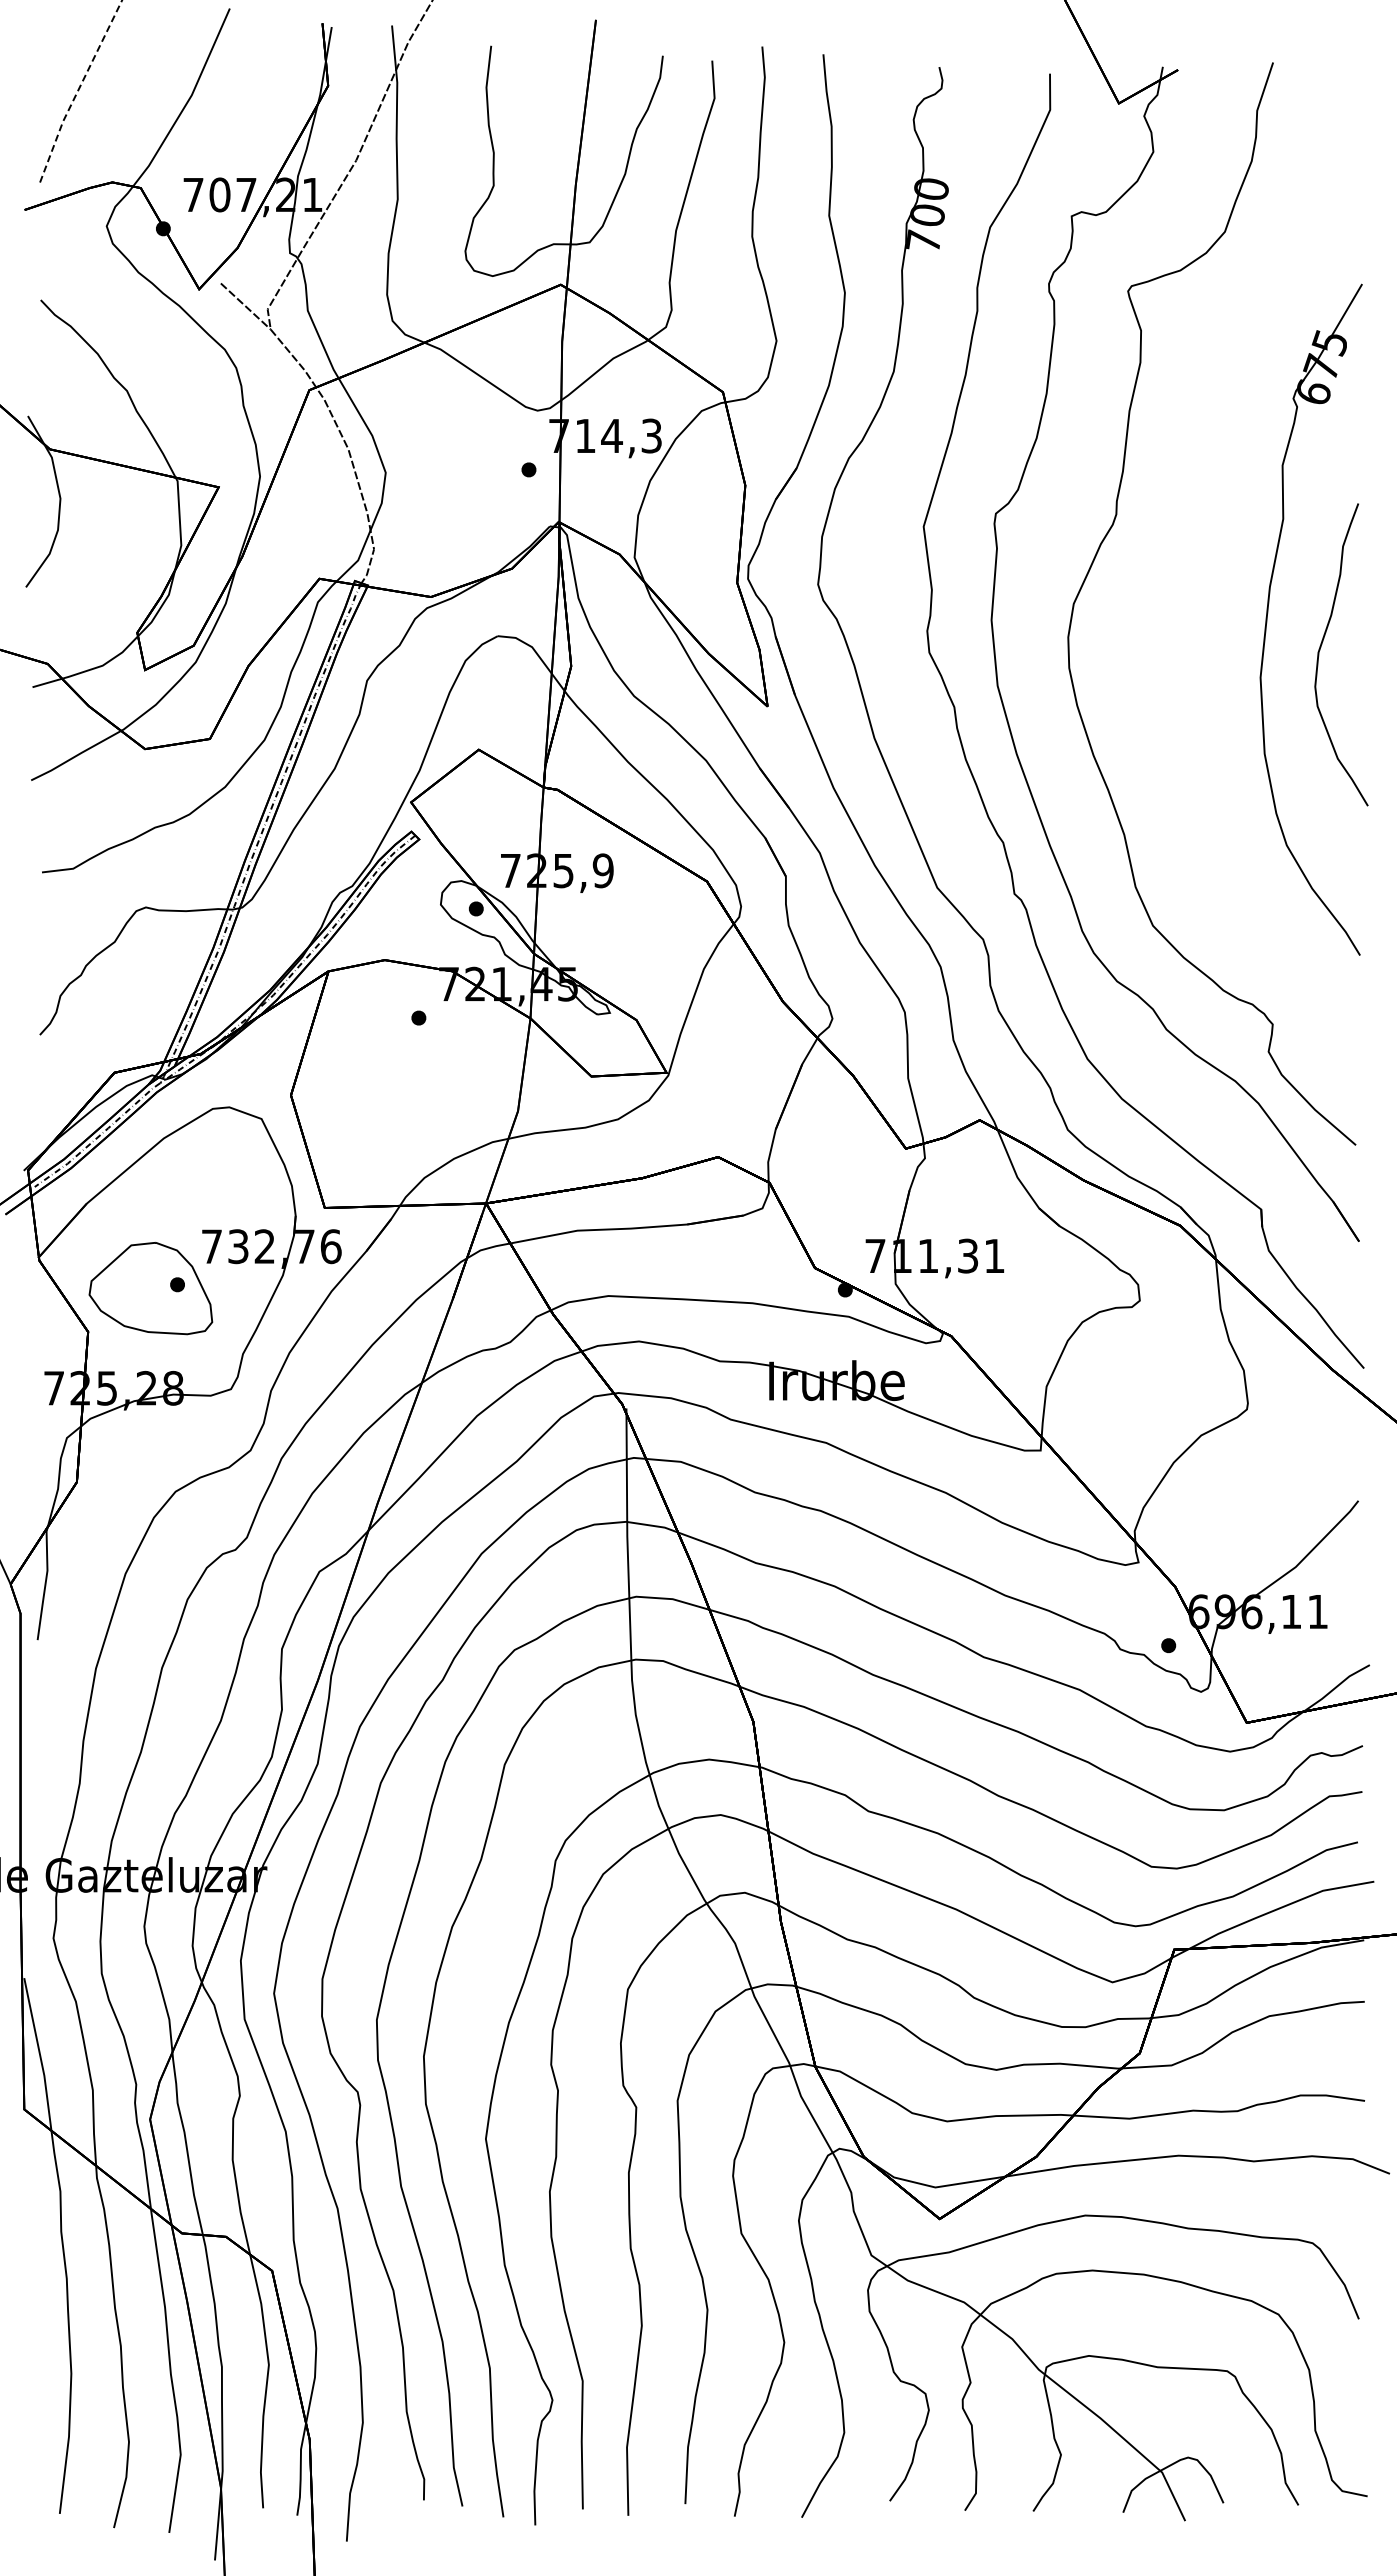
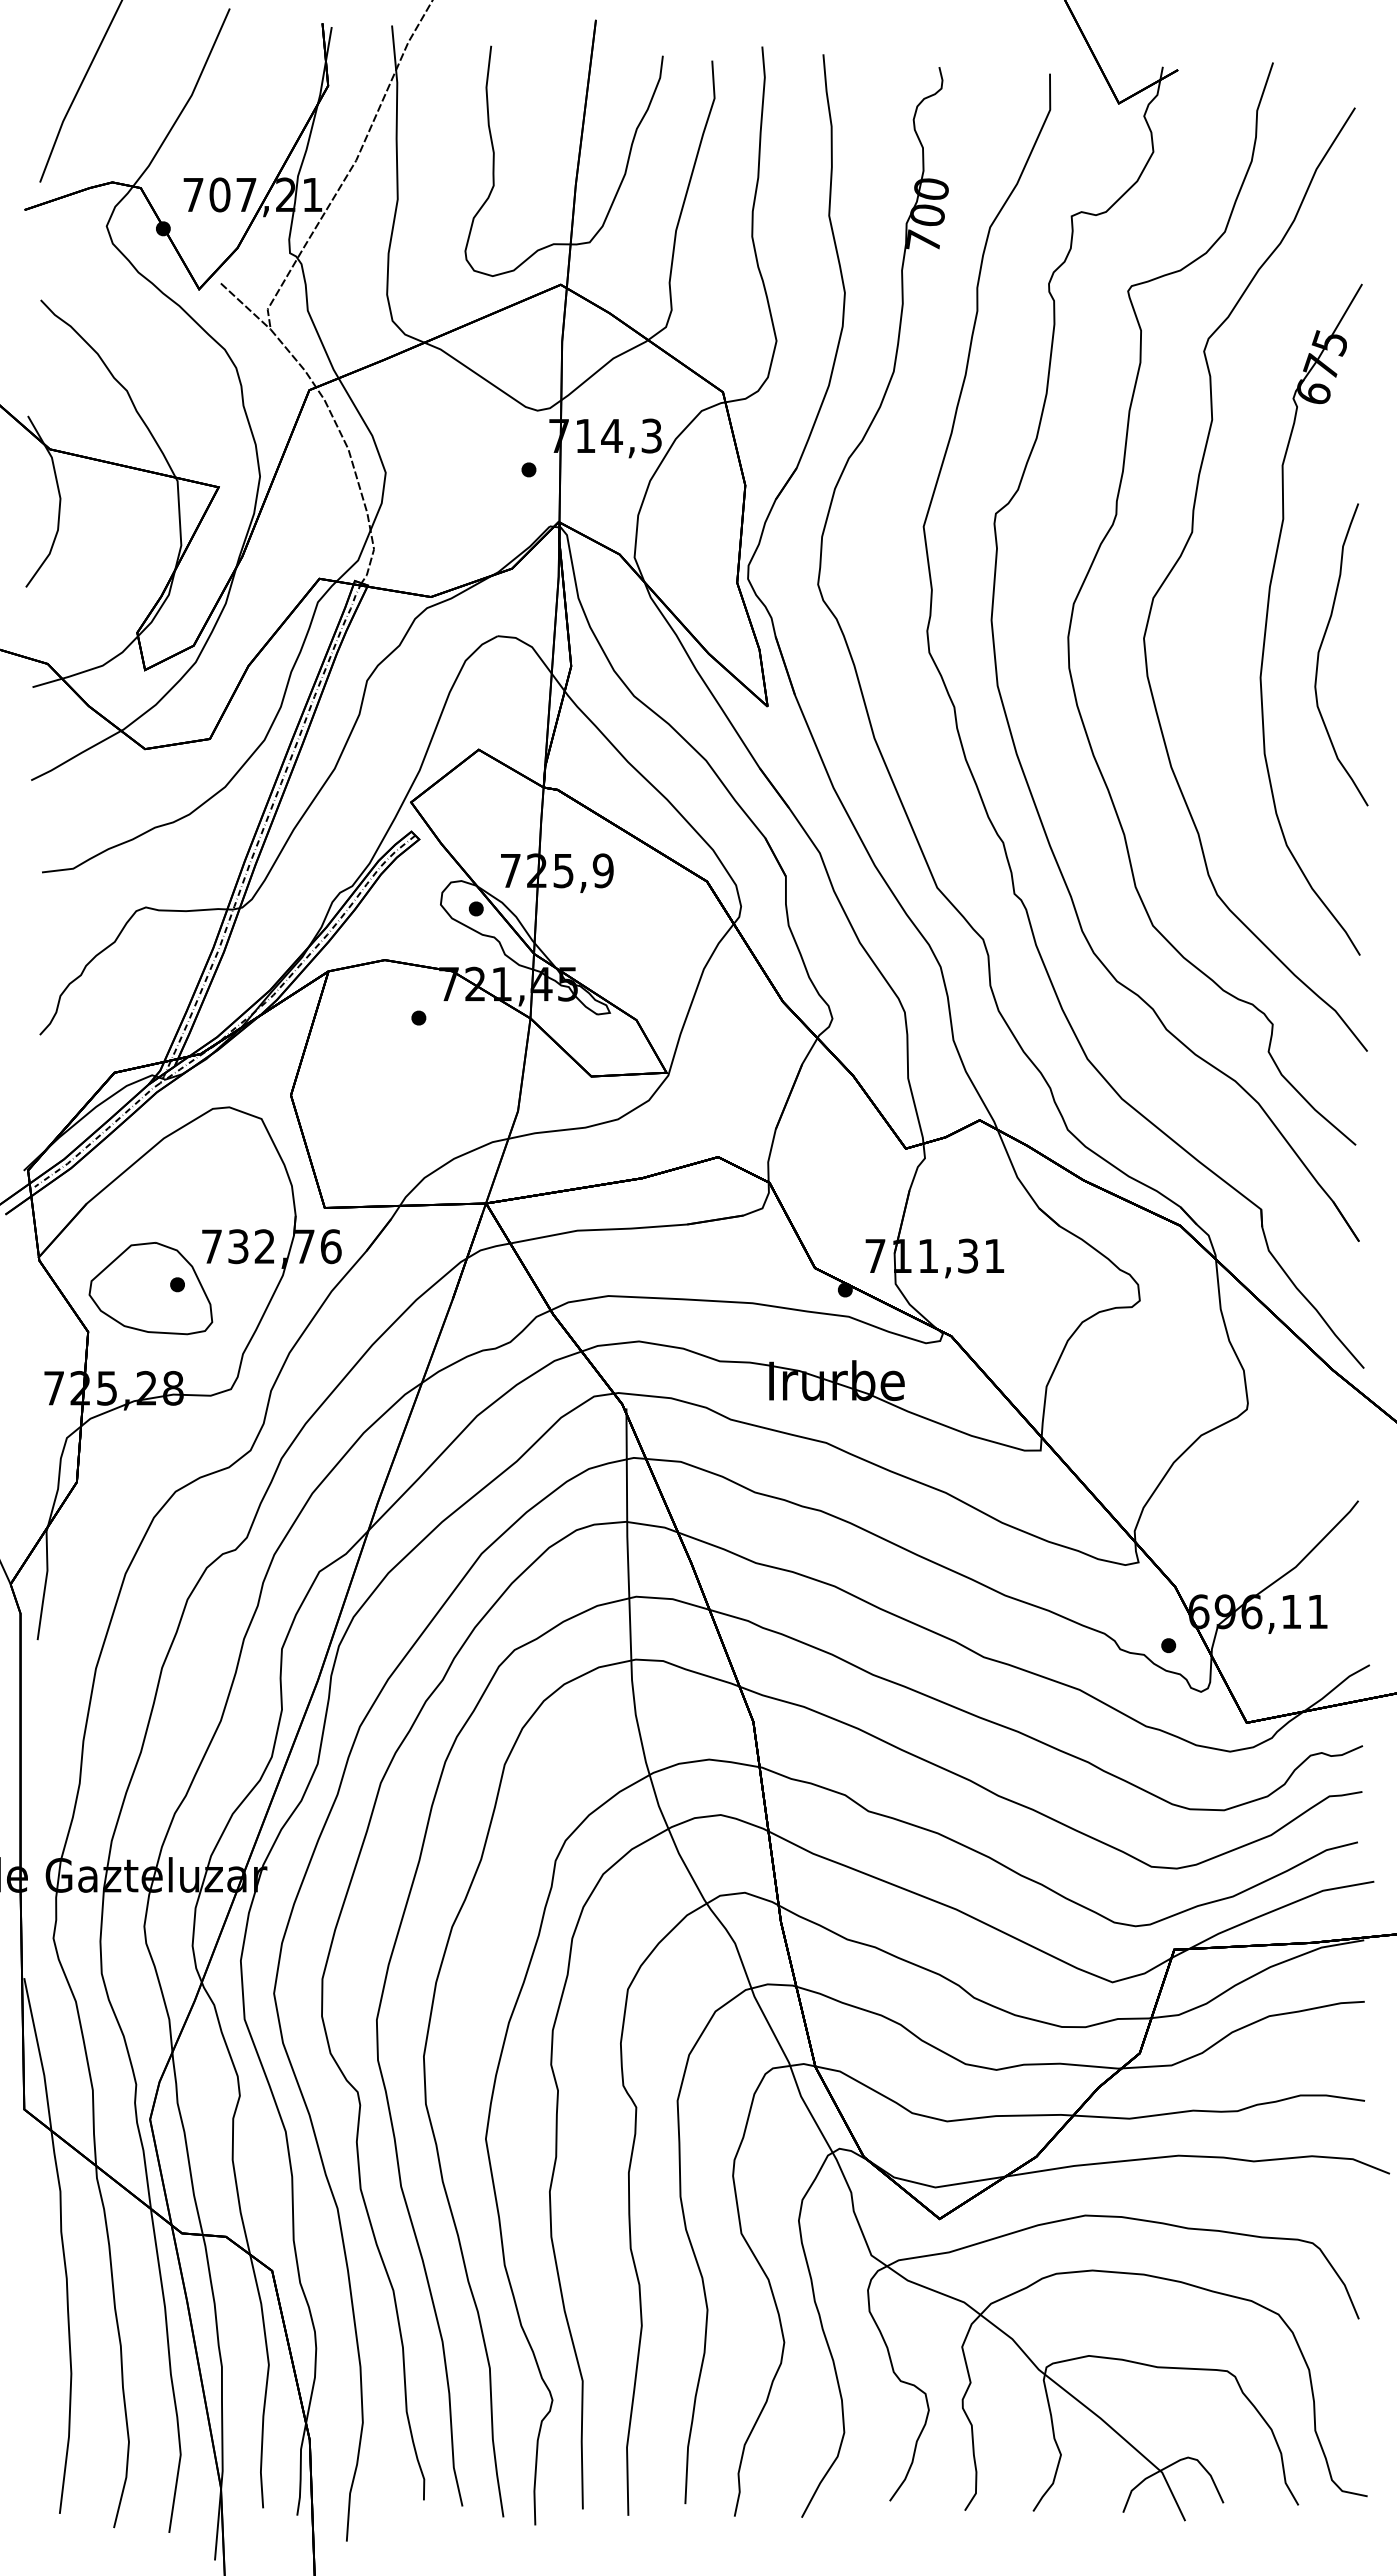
line at (78, 90): dashed -> solid
curve at (1187, 544): none -> present
